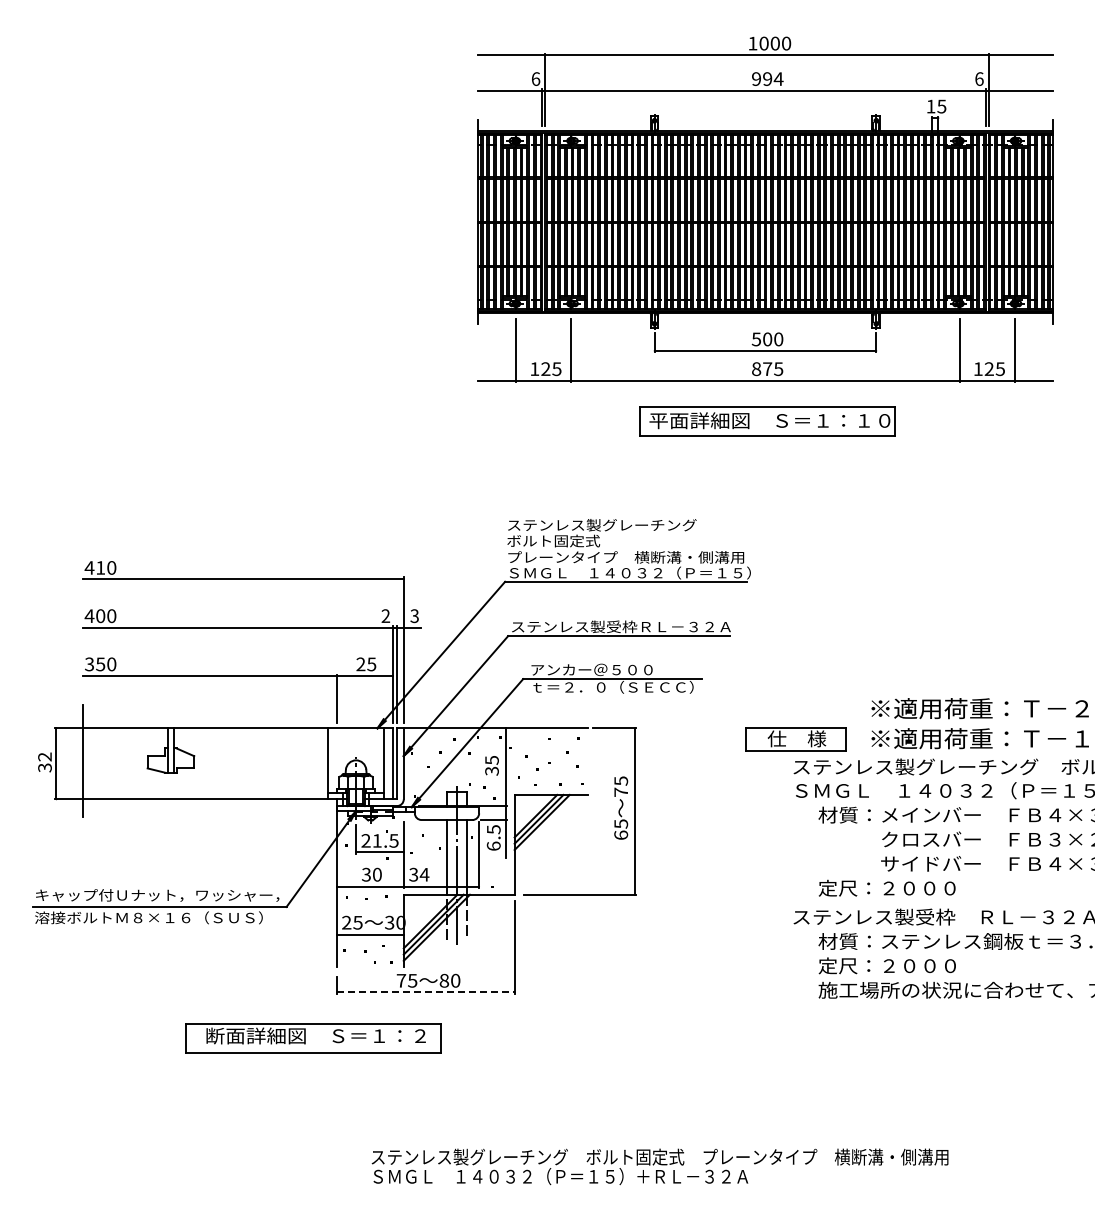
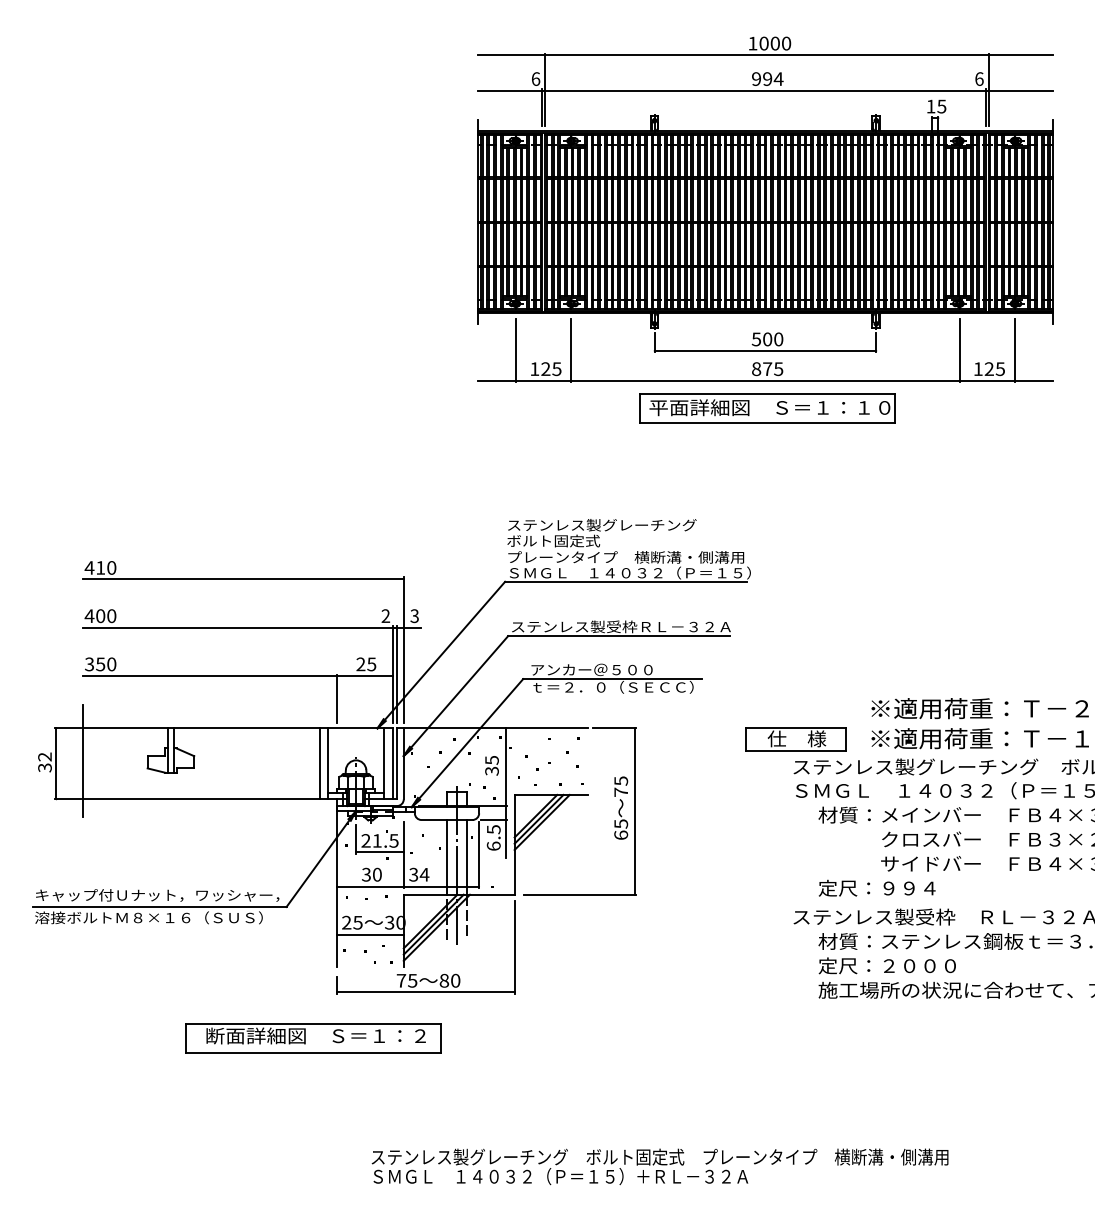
part at (767, 421) position: (767, 421) -> (767, 408)
line at (319, 763): none -> present
text at (919, 888): 定尺：２０００ -> 定尺：９９４
line at (425, 992): dashed -> solid
